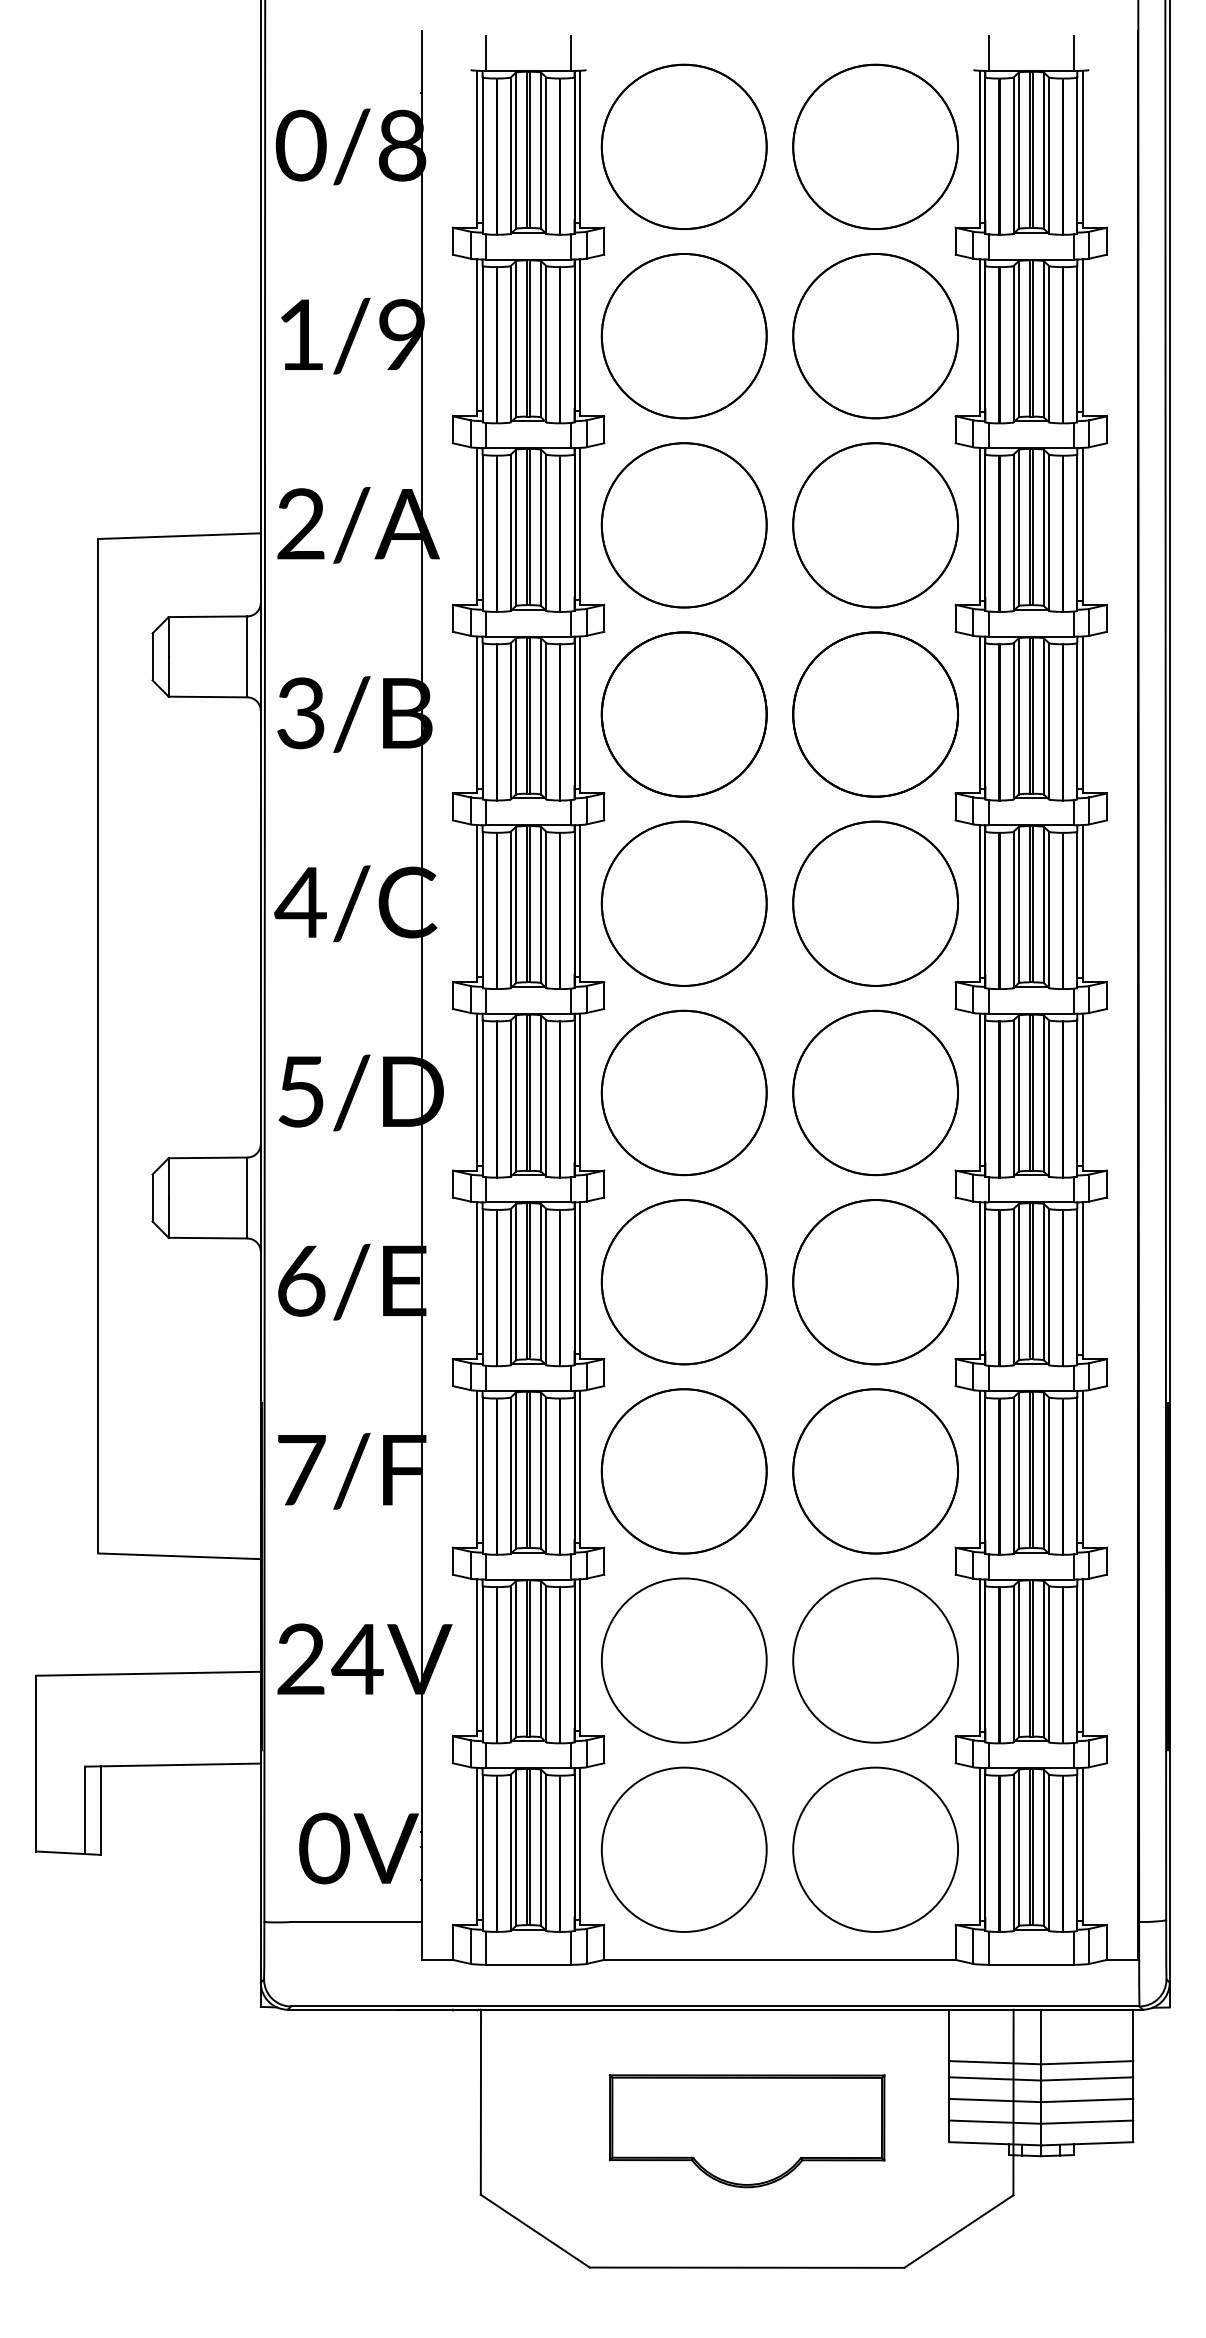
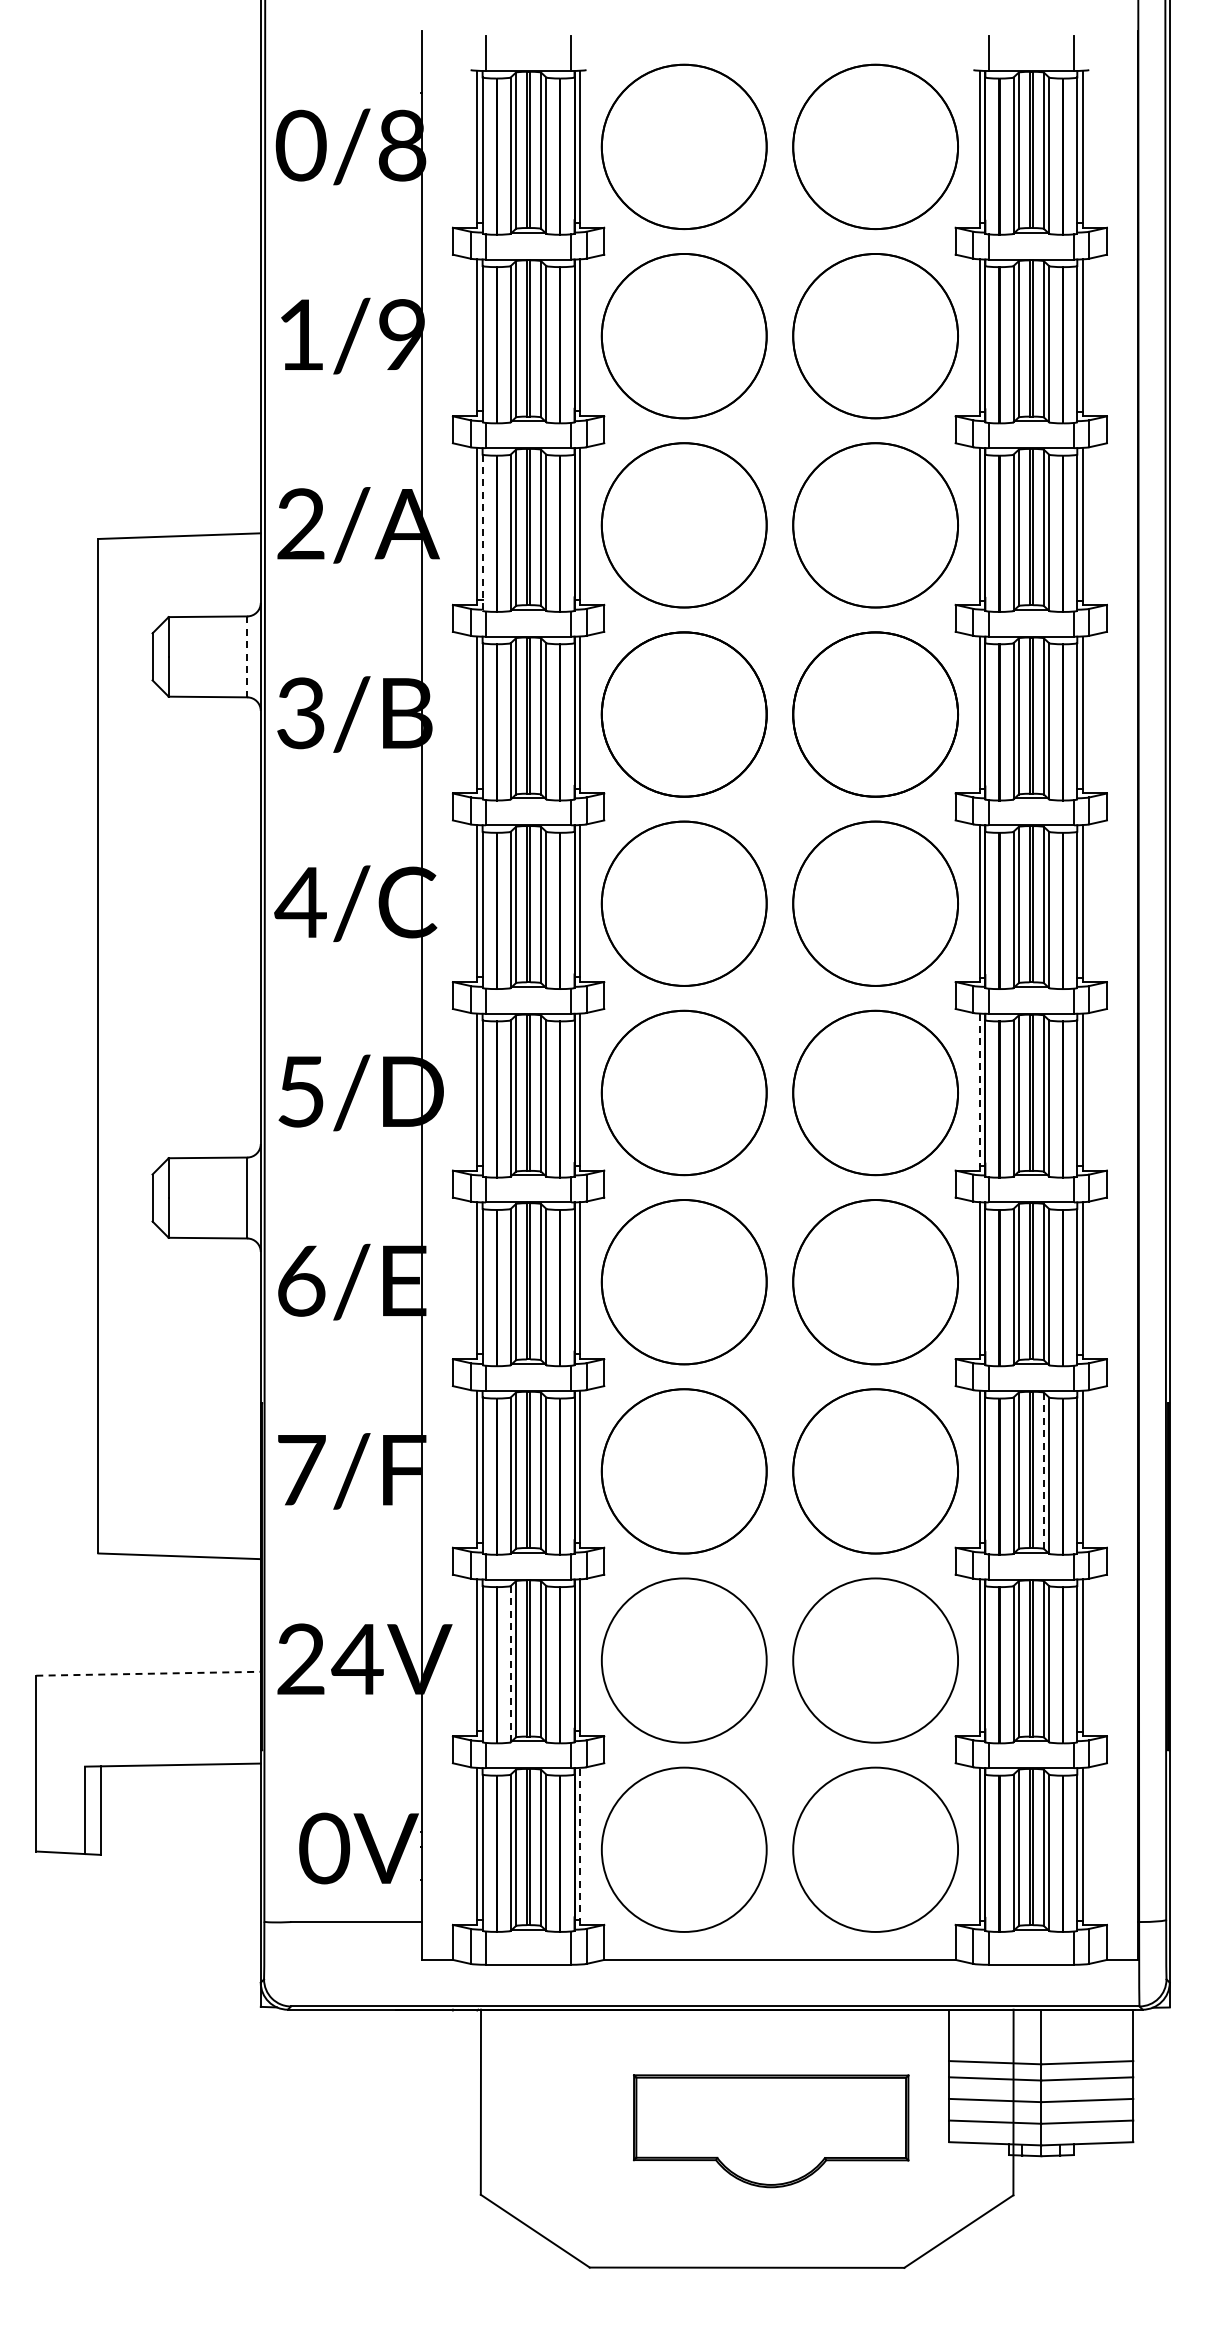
line at (482, 533): solid -> dashed
line at (247, 657): solid -> dashed
line at (979, 1092): solid -> dashed
line at (1043, 1470): solid -> dashed
line at (510, 1664): solid -> dashed
line at (149, 1673): solid -> dashed
line at (580, 1845): solid -> dashed
part at (747, 2131) position: (747, 2131) -> (771, 2131)
